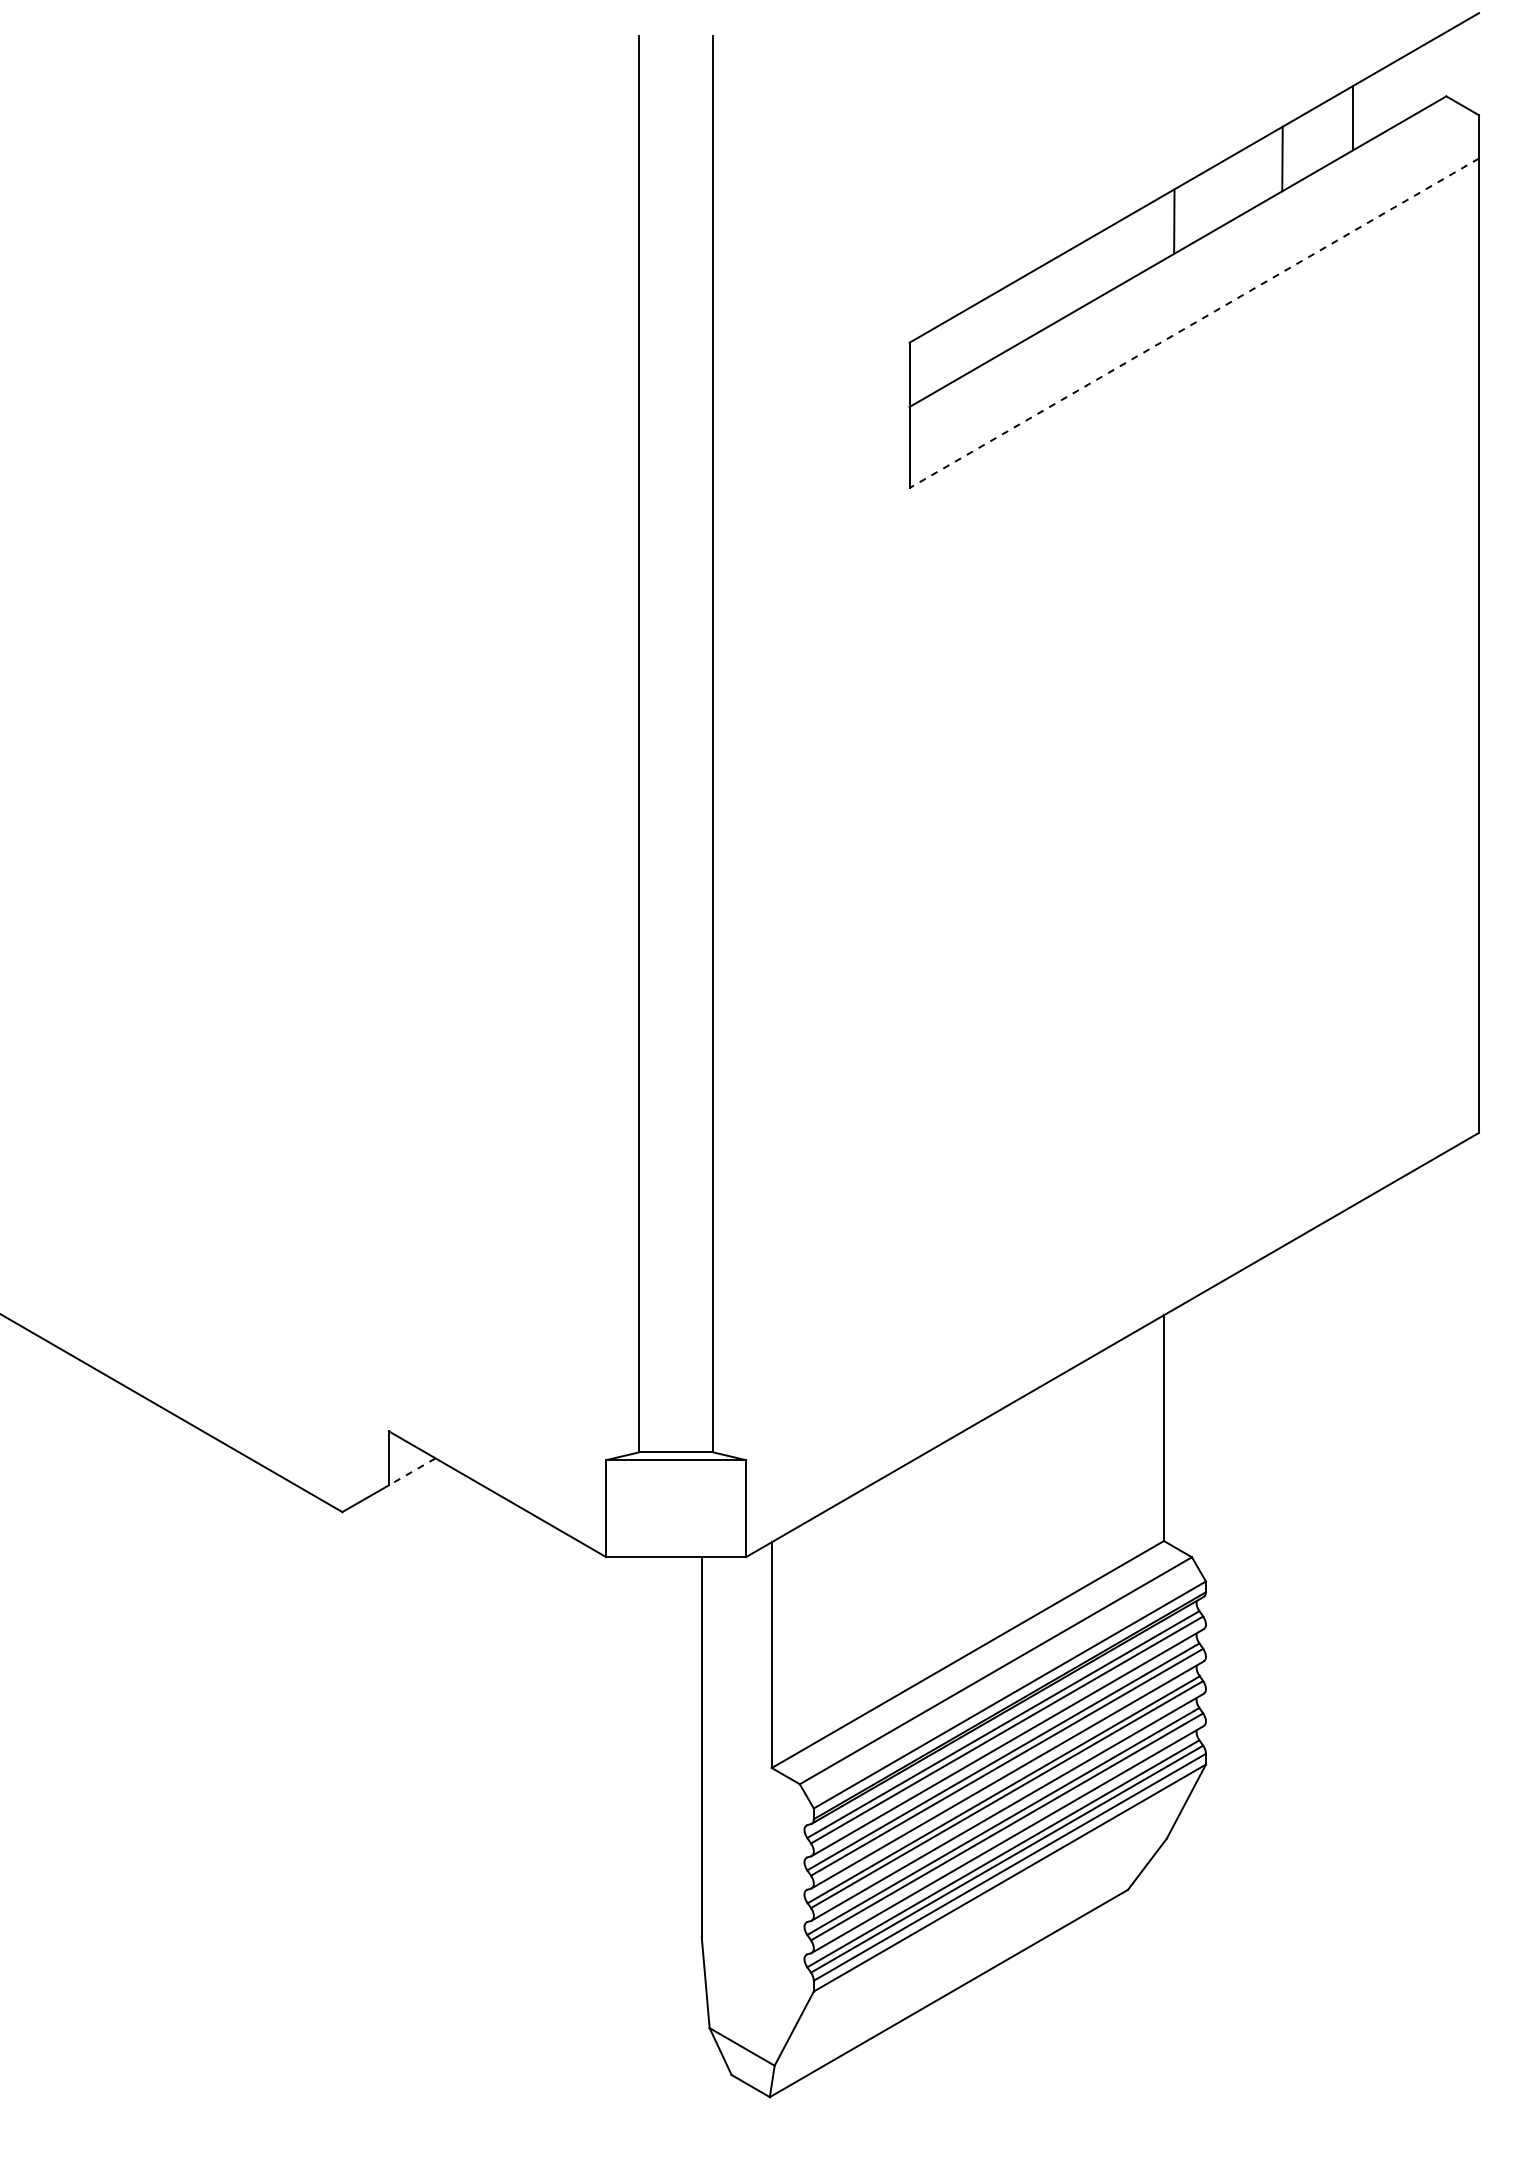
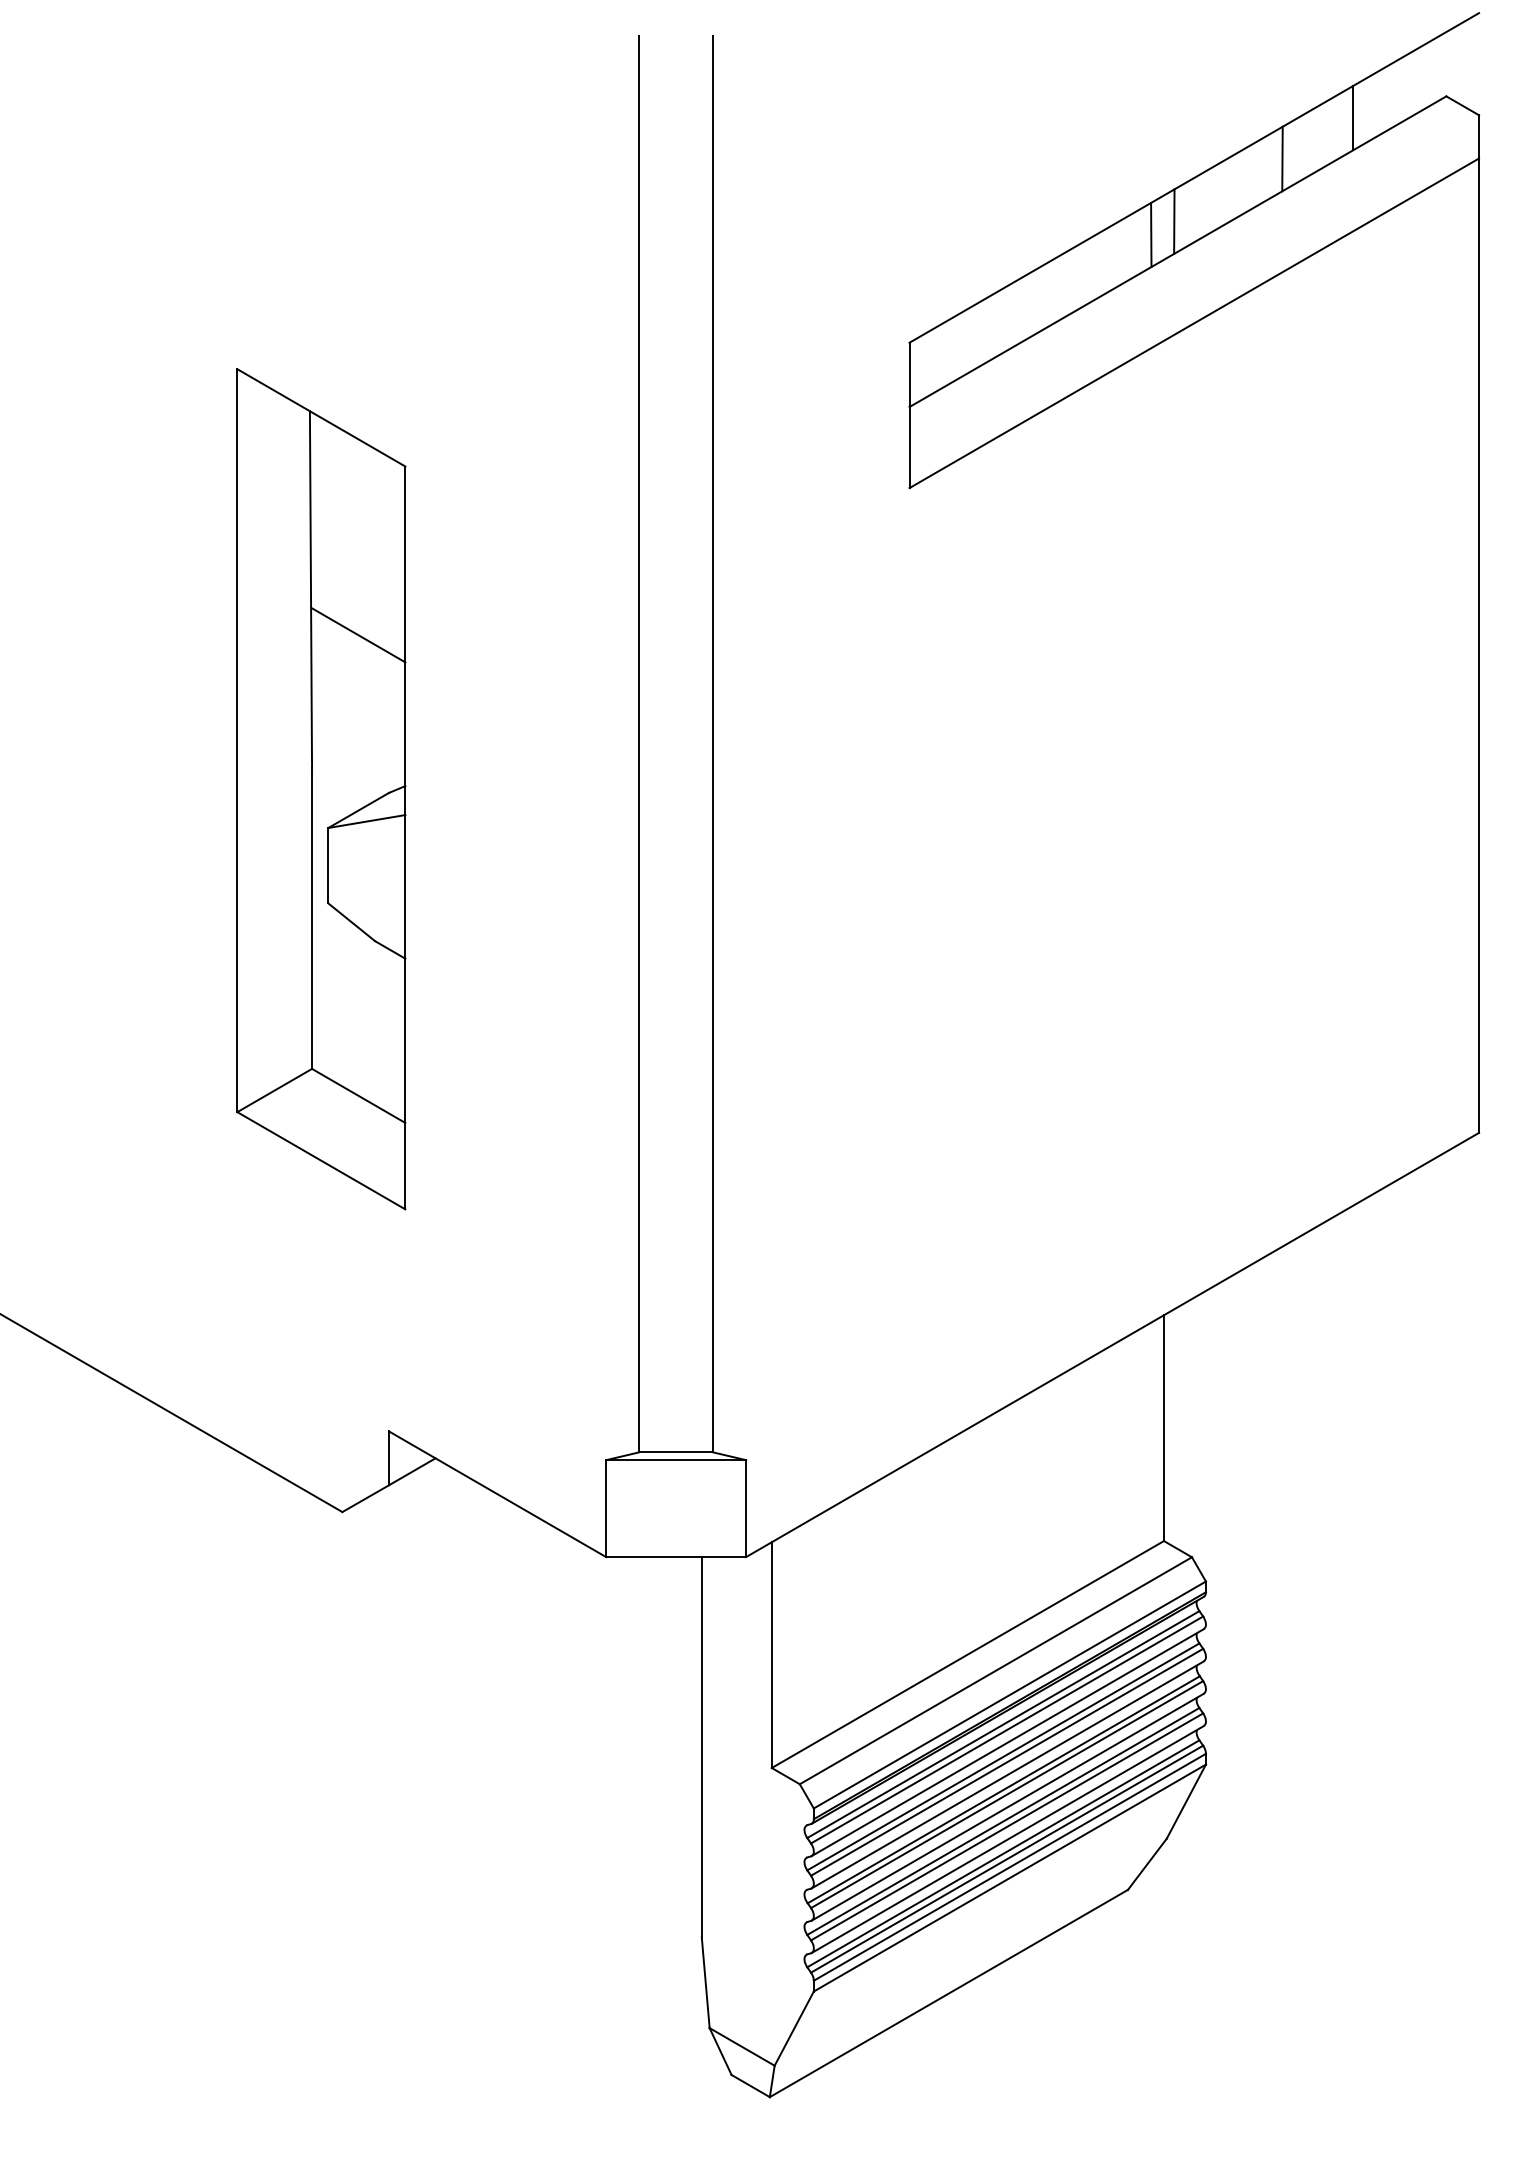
line at (1151, 234): none -> present
line at (1193, 323): dashed -> solid
part at (321, 789): none -> present
line at (412, 1471): dashed -> solid
